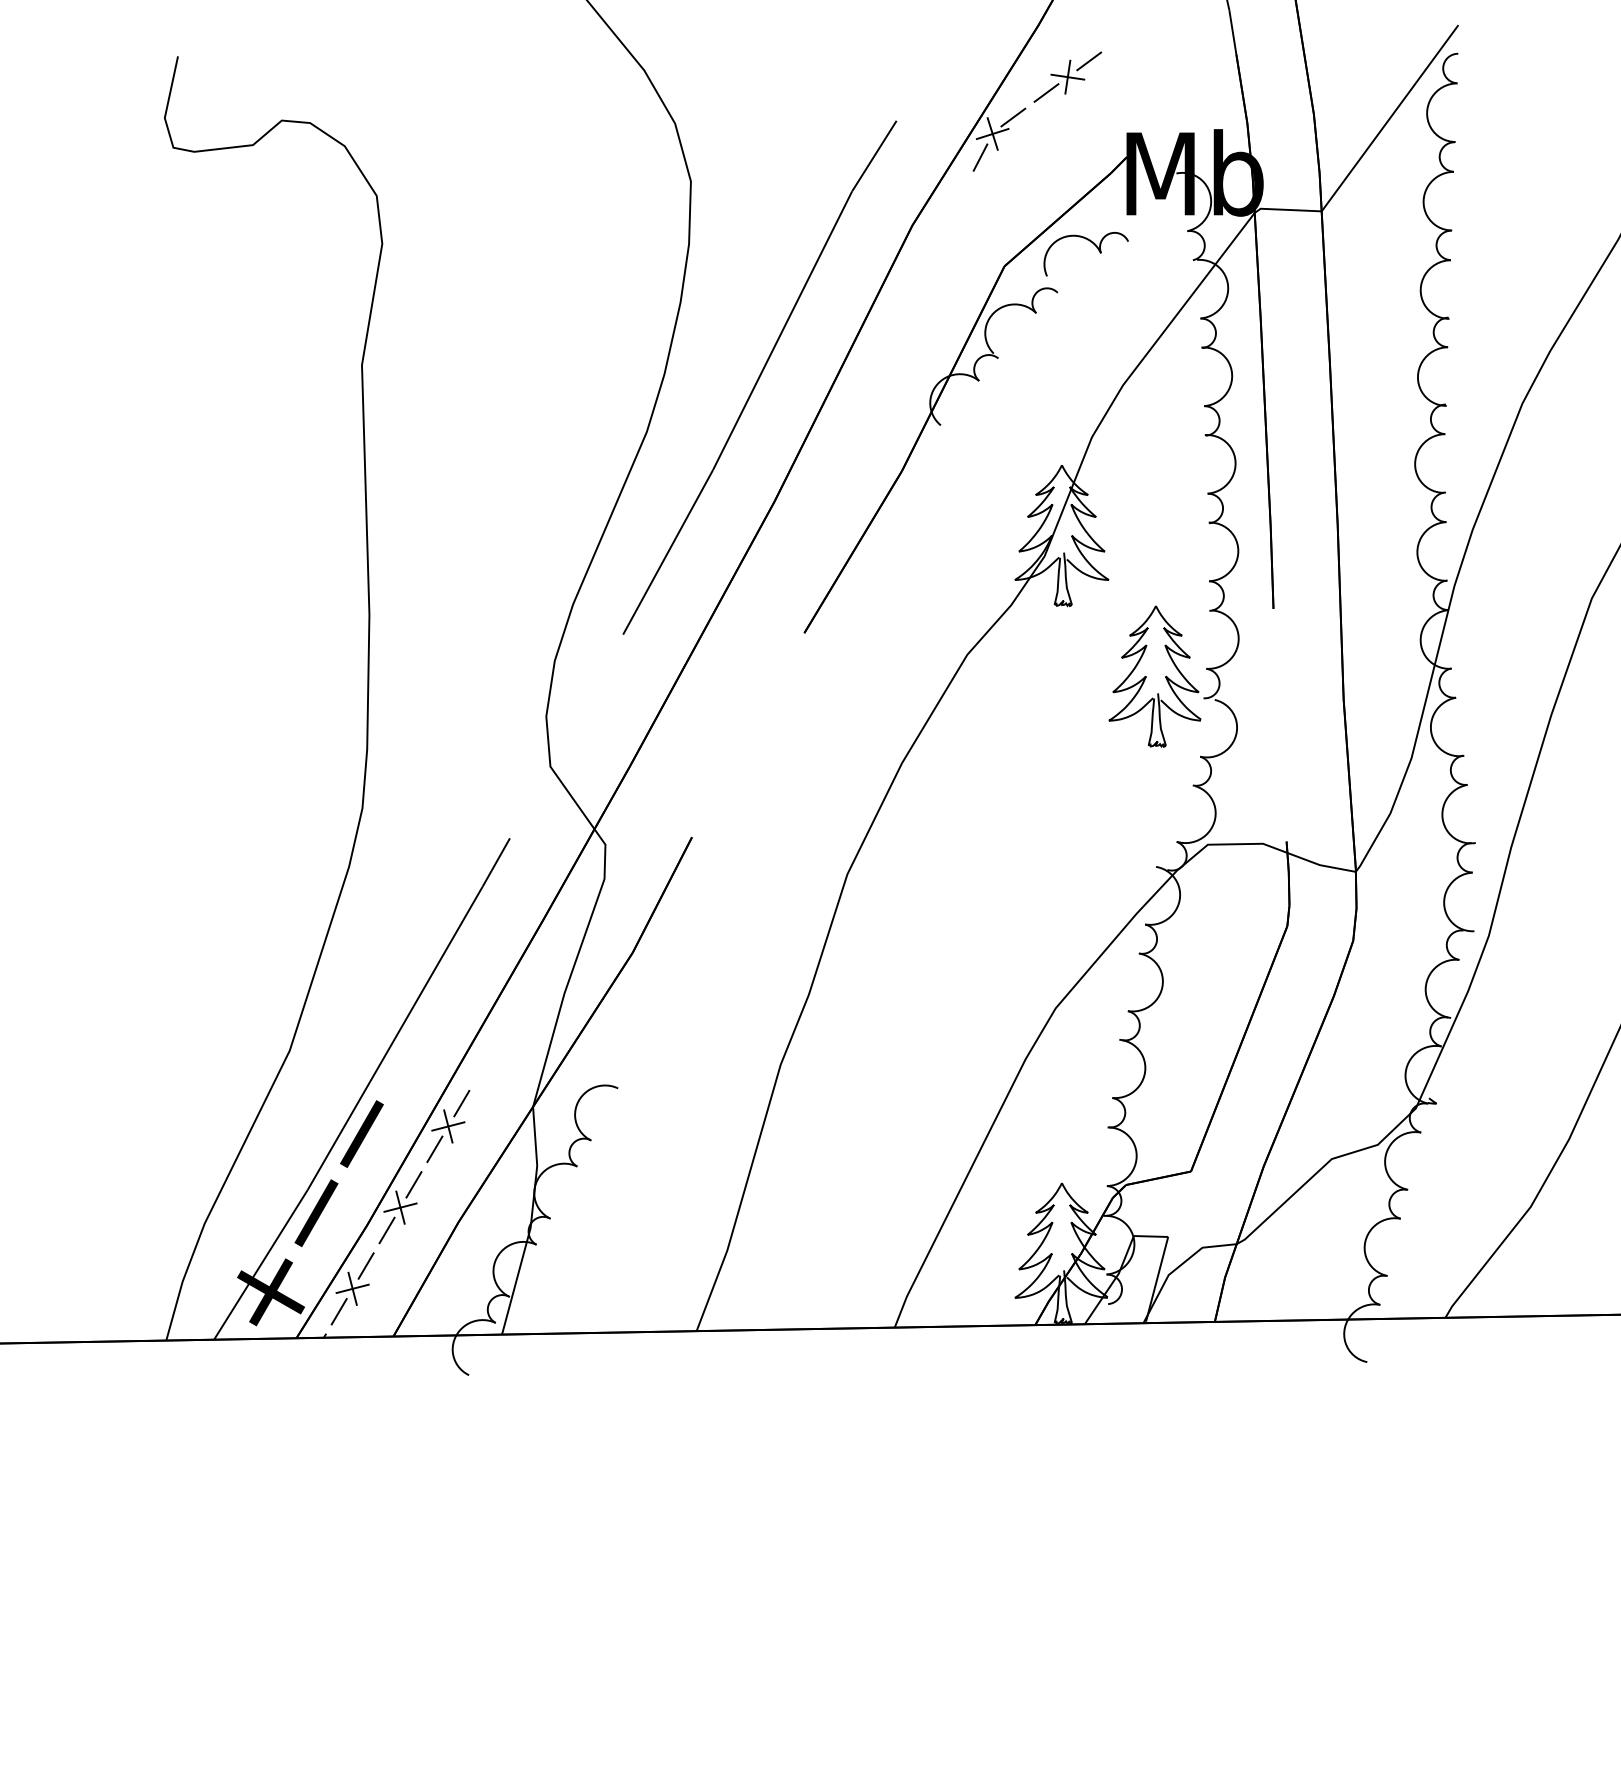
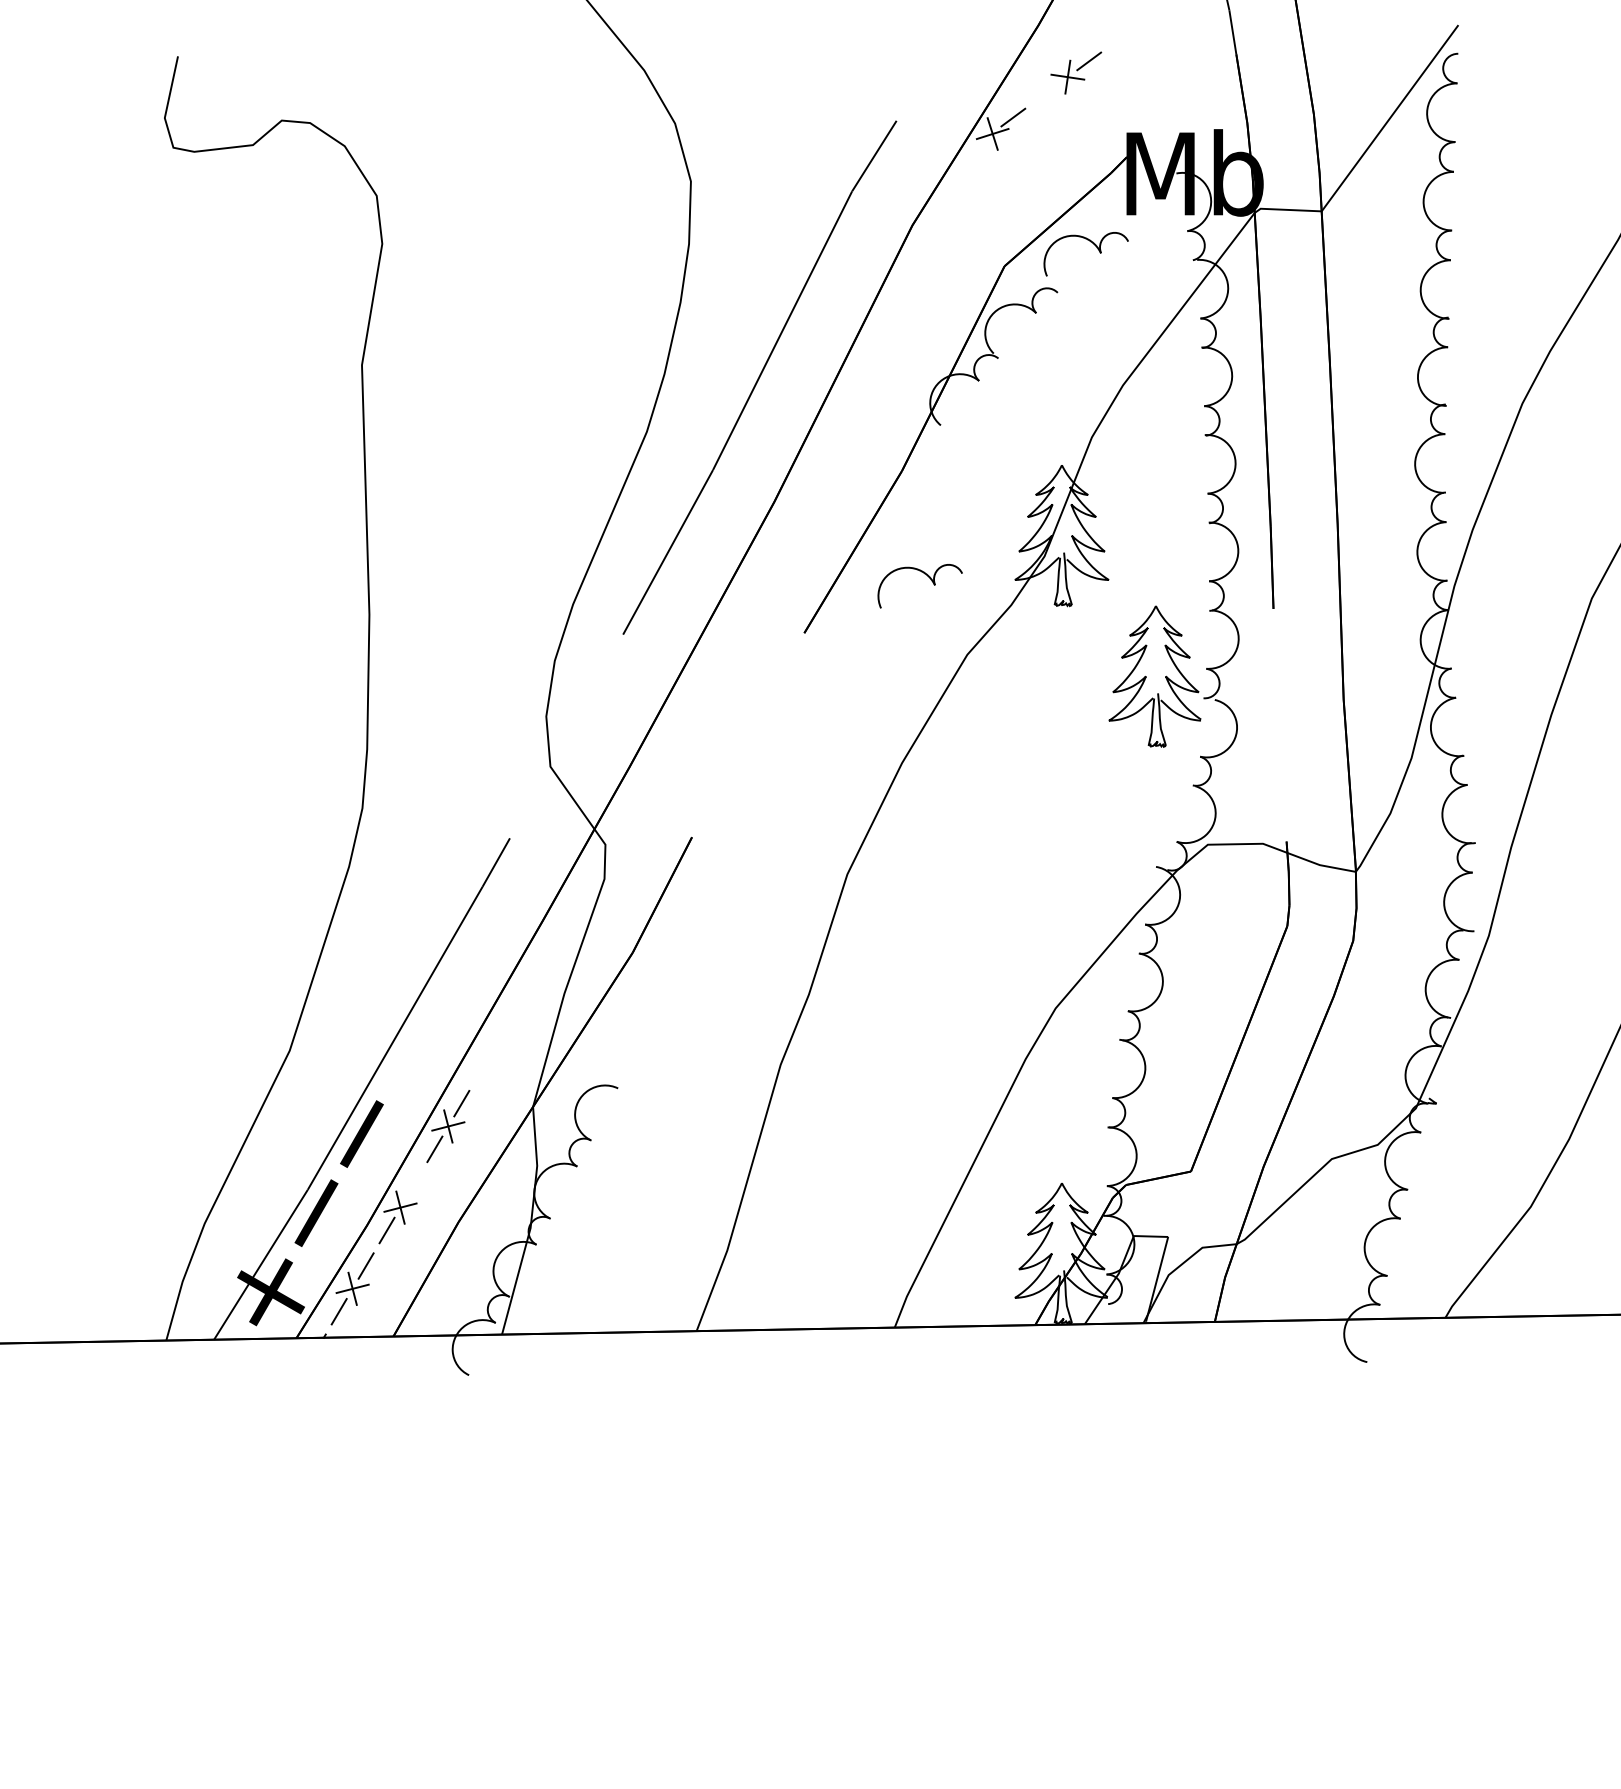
line at (1046, 92): present -> none
line at (980, 157): present -> none
part at (928, 577): none -> present
line at (413, 1184): present -> none
